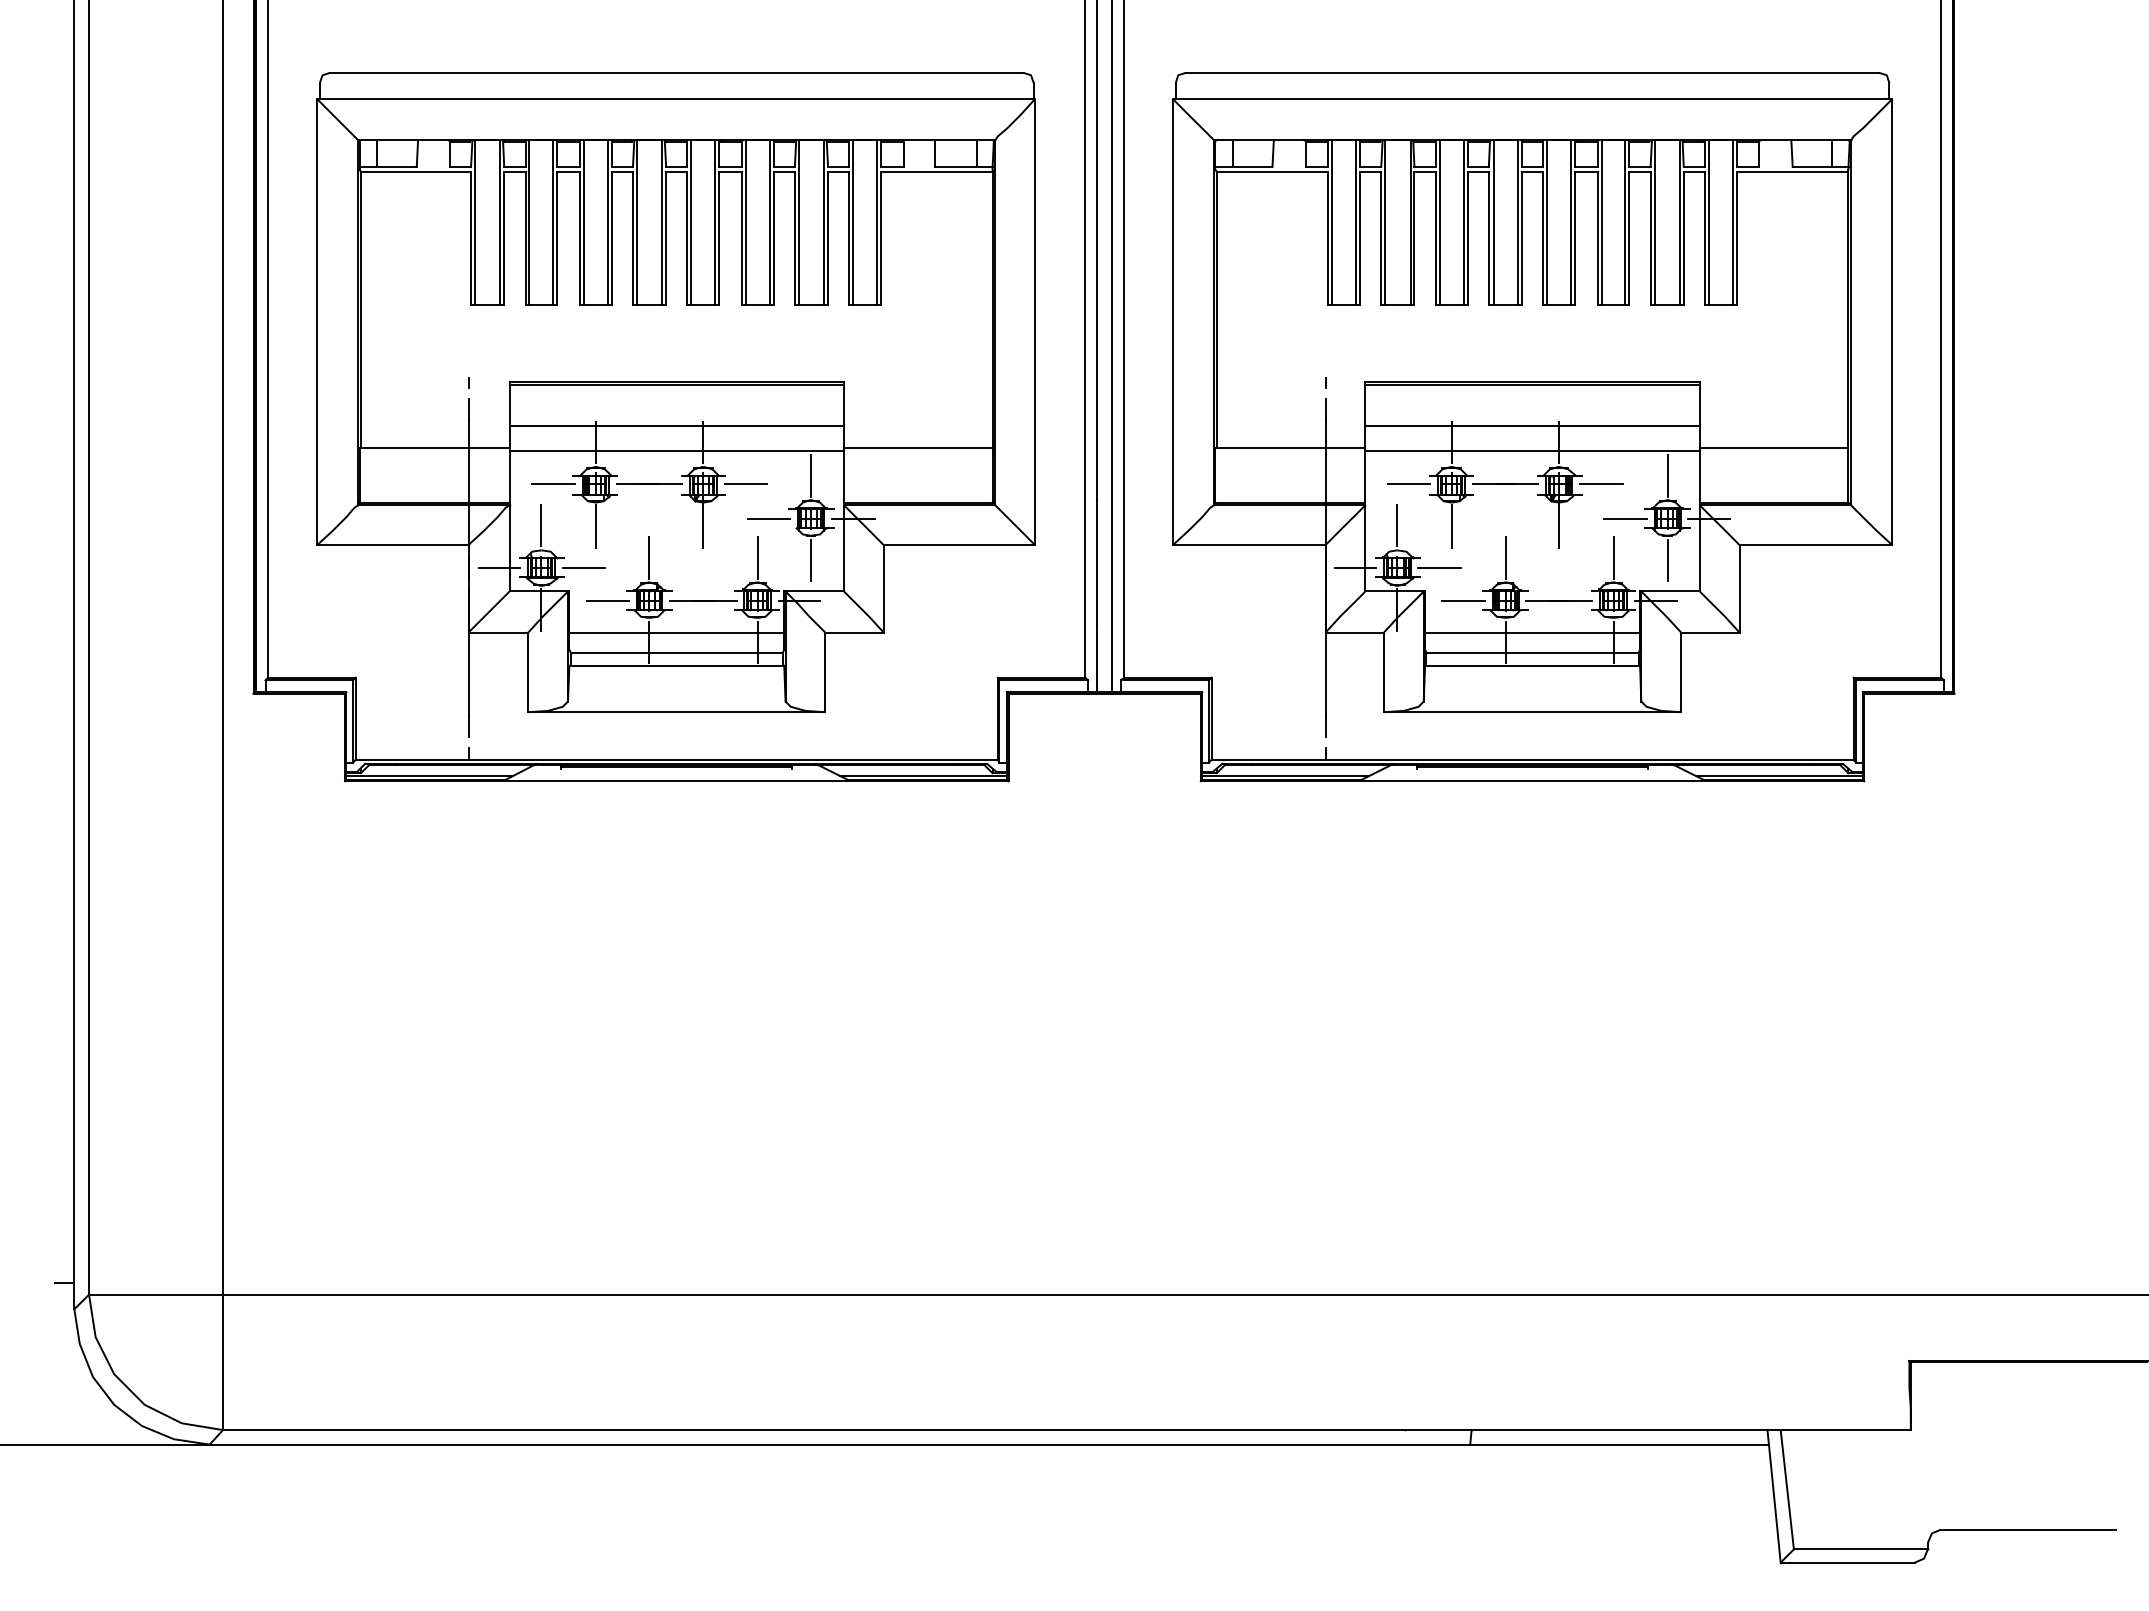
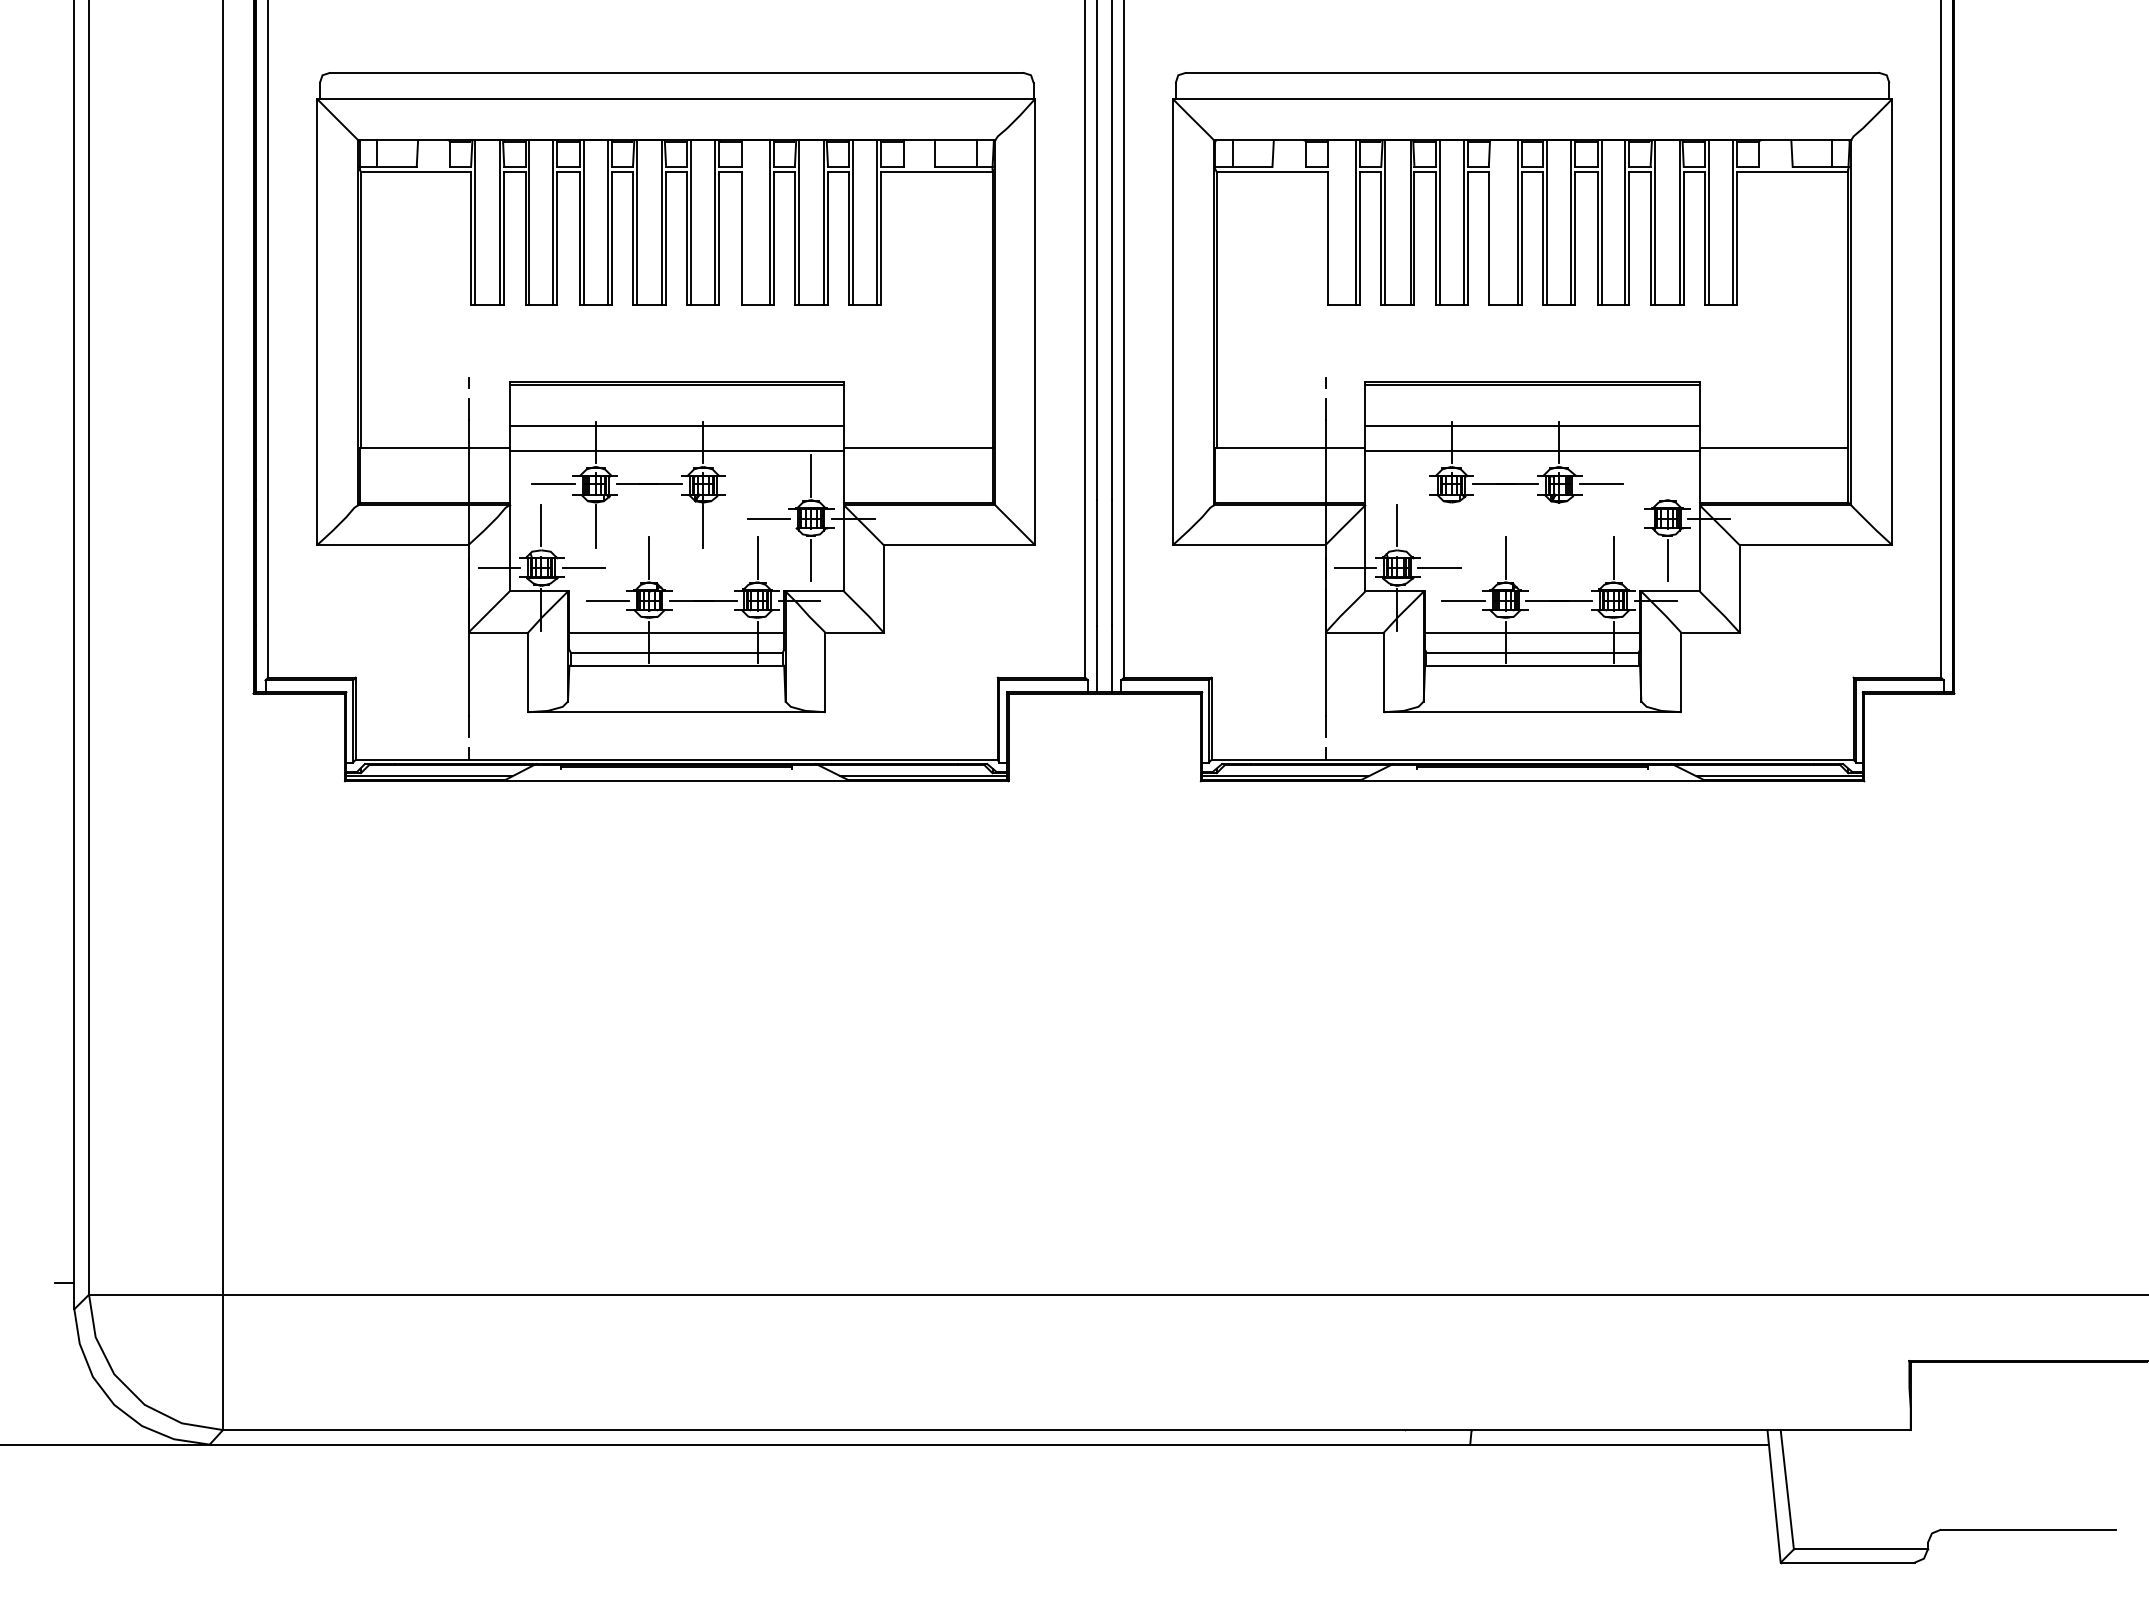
line at (745, 222): present -> none
line at (1332, 222): present -> none
line at (1494, 222): present -> none
line at (1667, 475): present -> none
line at (745, 484): present -> none
line at (1409, 484): present -> none
line at (1625, 518): present -> none
line at (1451, 526): present -> none
line at (1559, 526): present -> none
